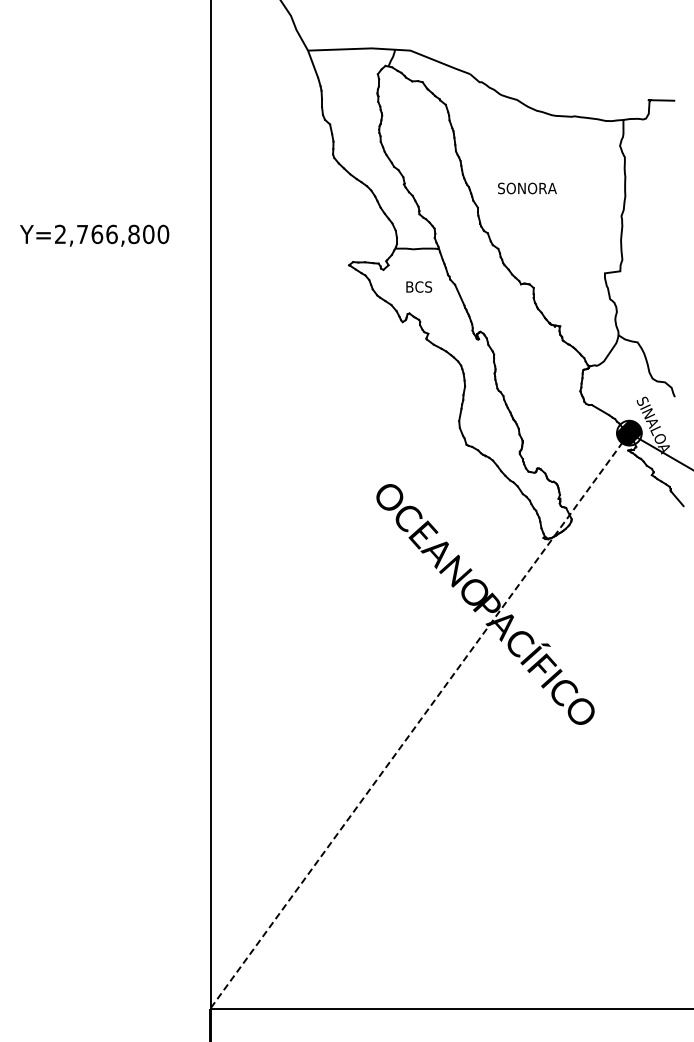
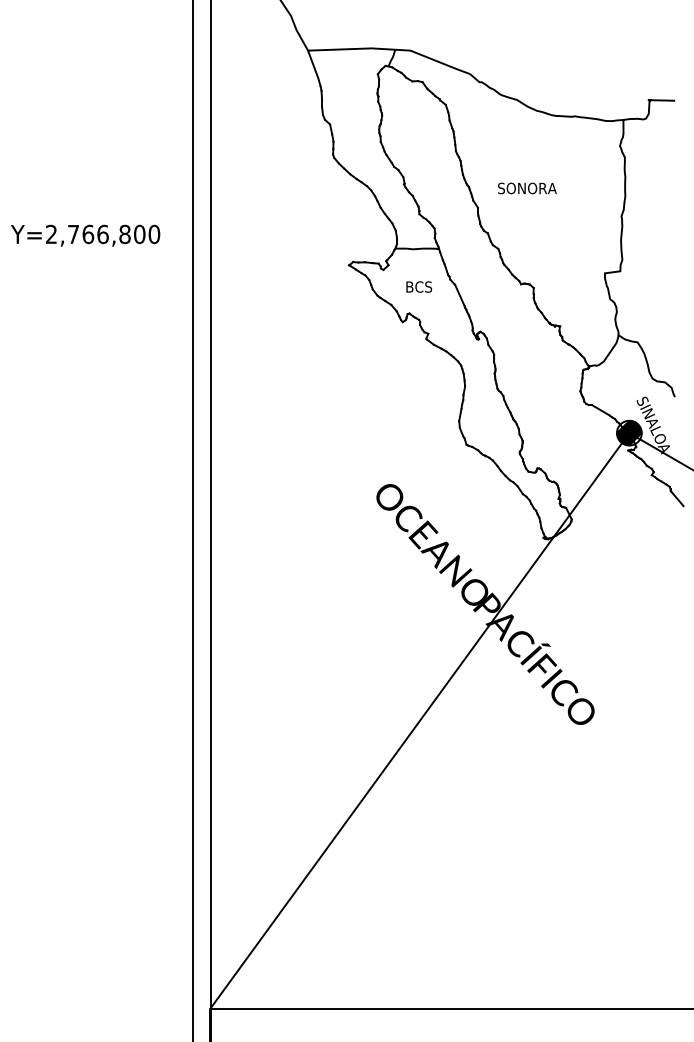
text at (94, 235) position: (94, 235) -> (85, 235)
line at (192, 520): none -> present
line at (419, 720): dashed -> solid
